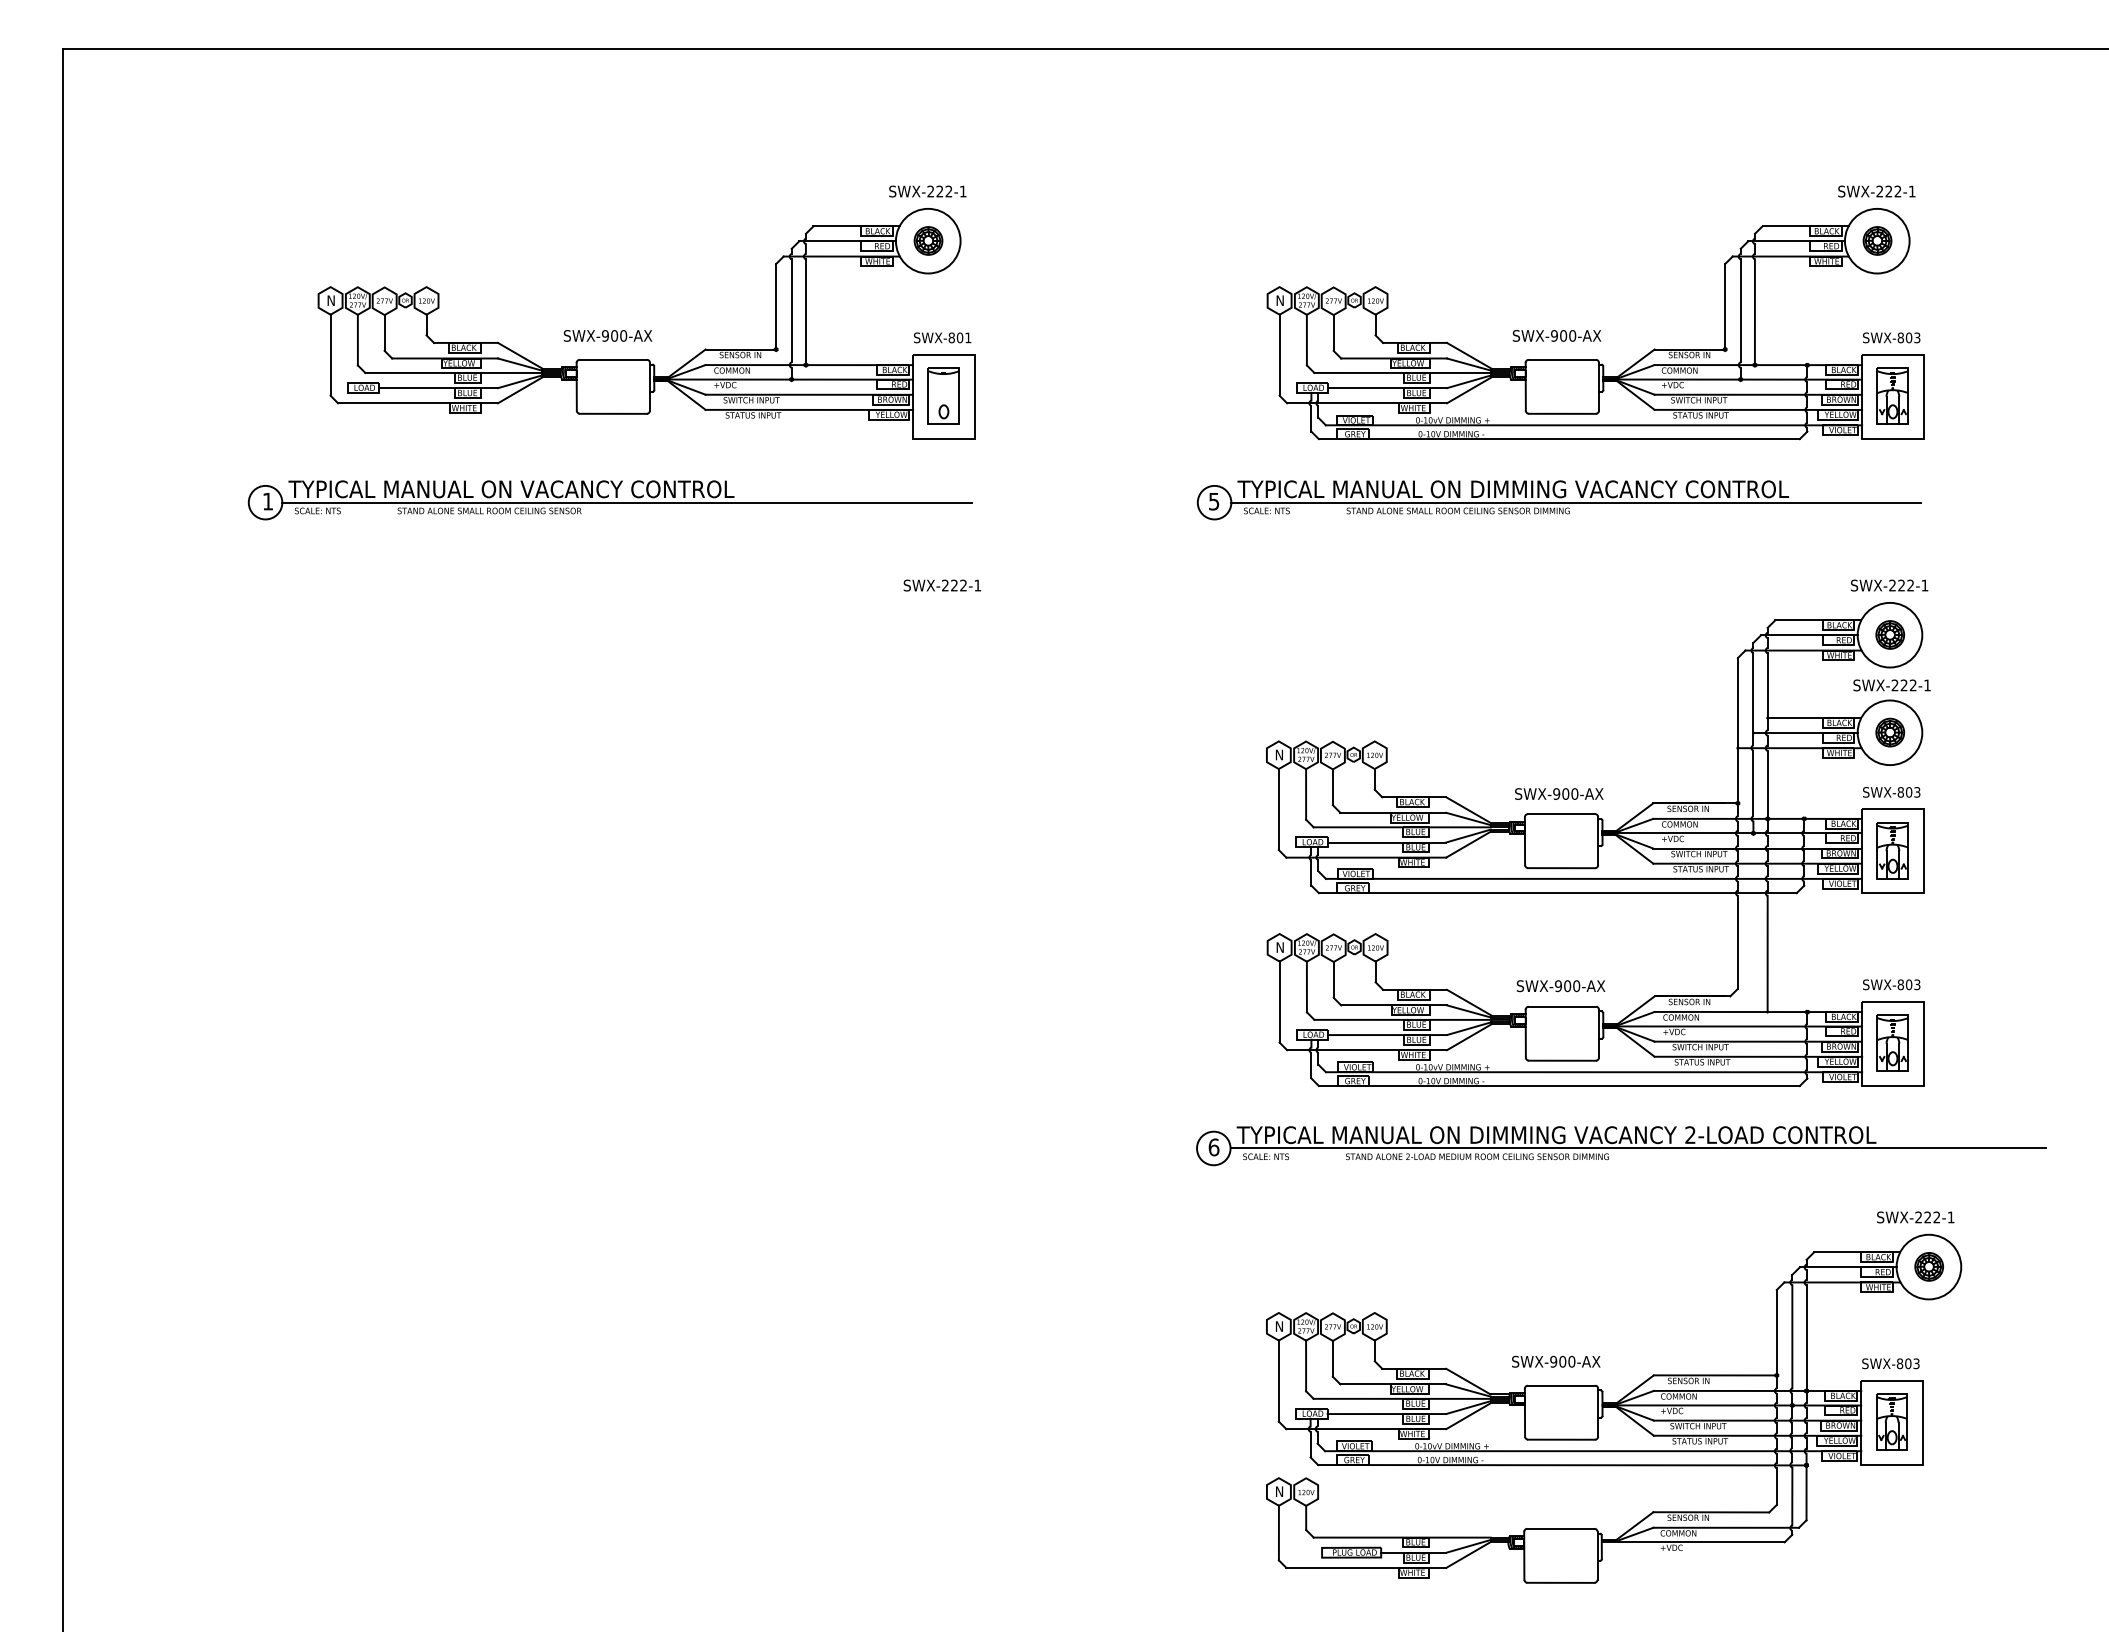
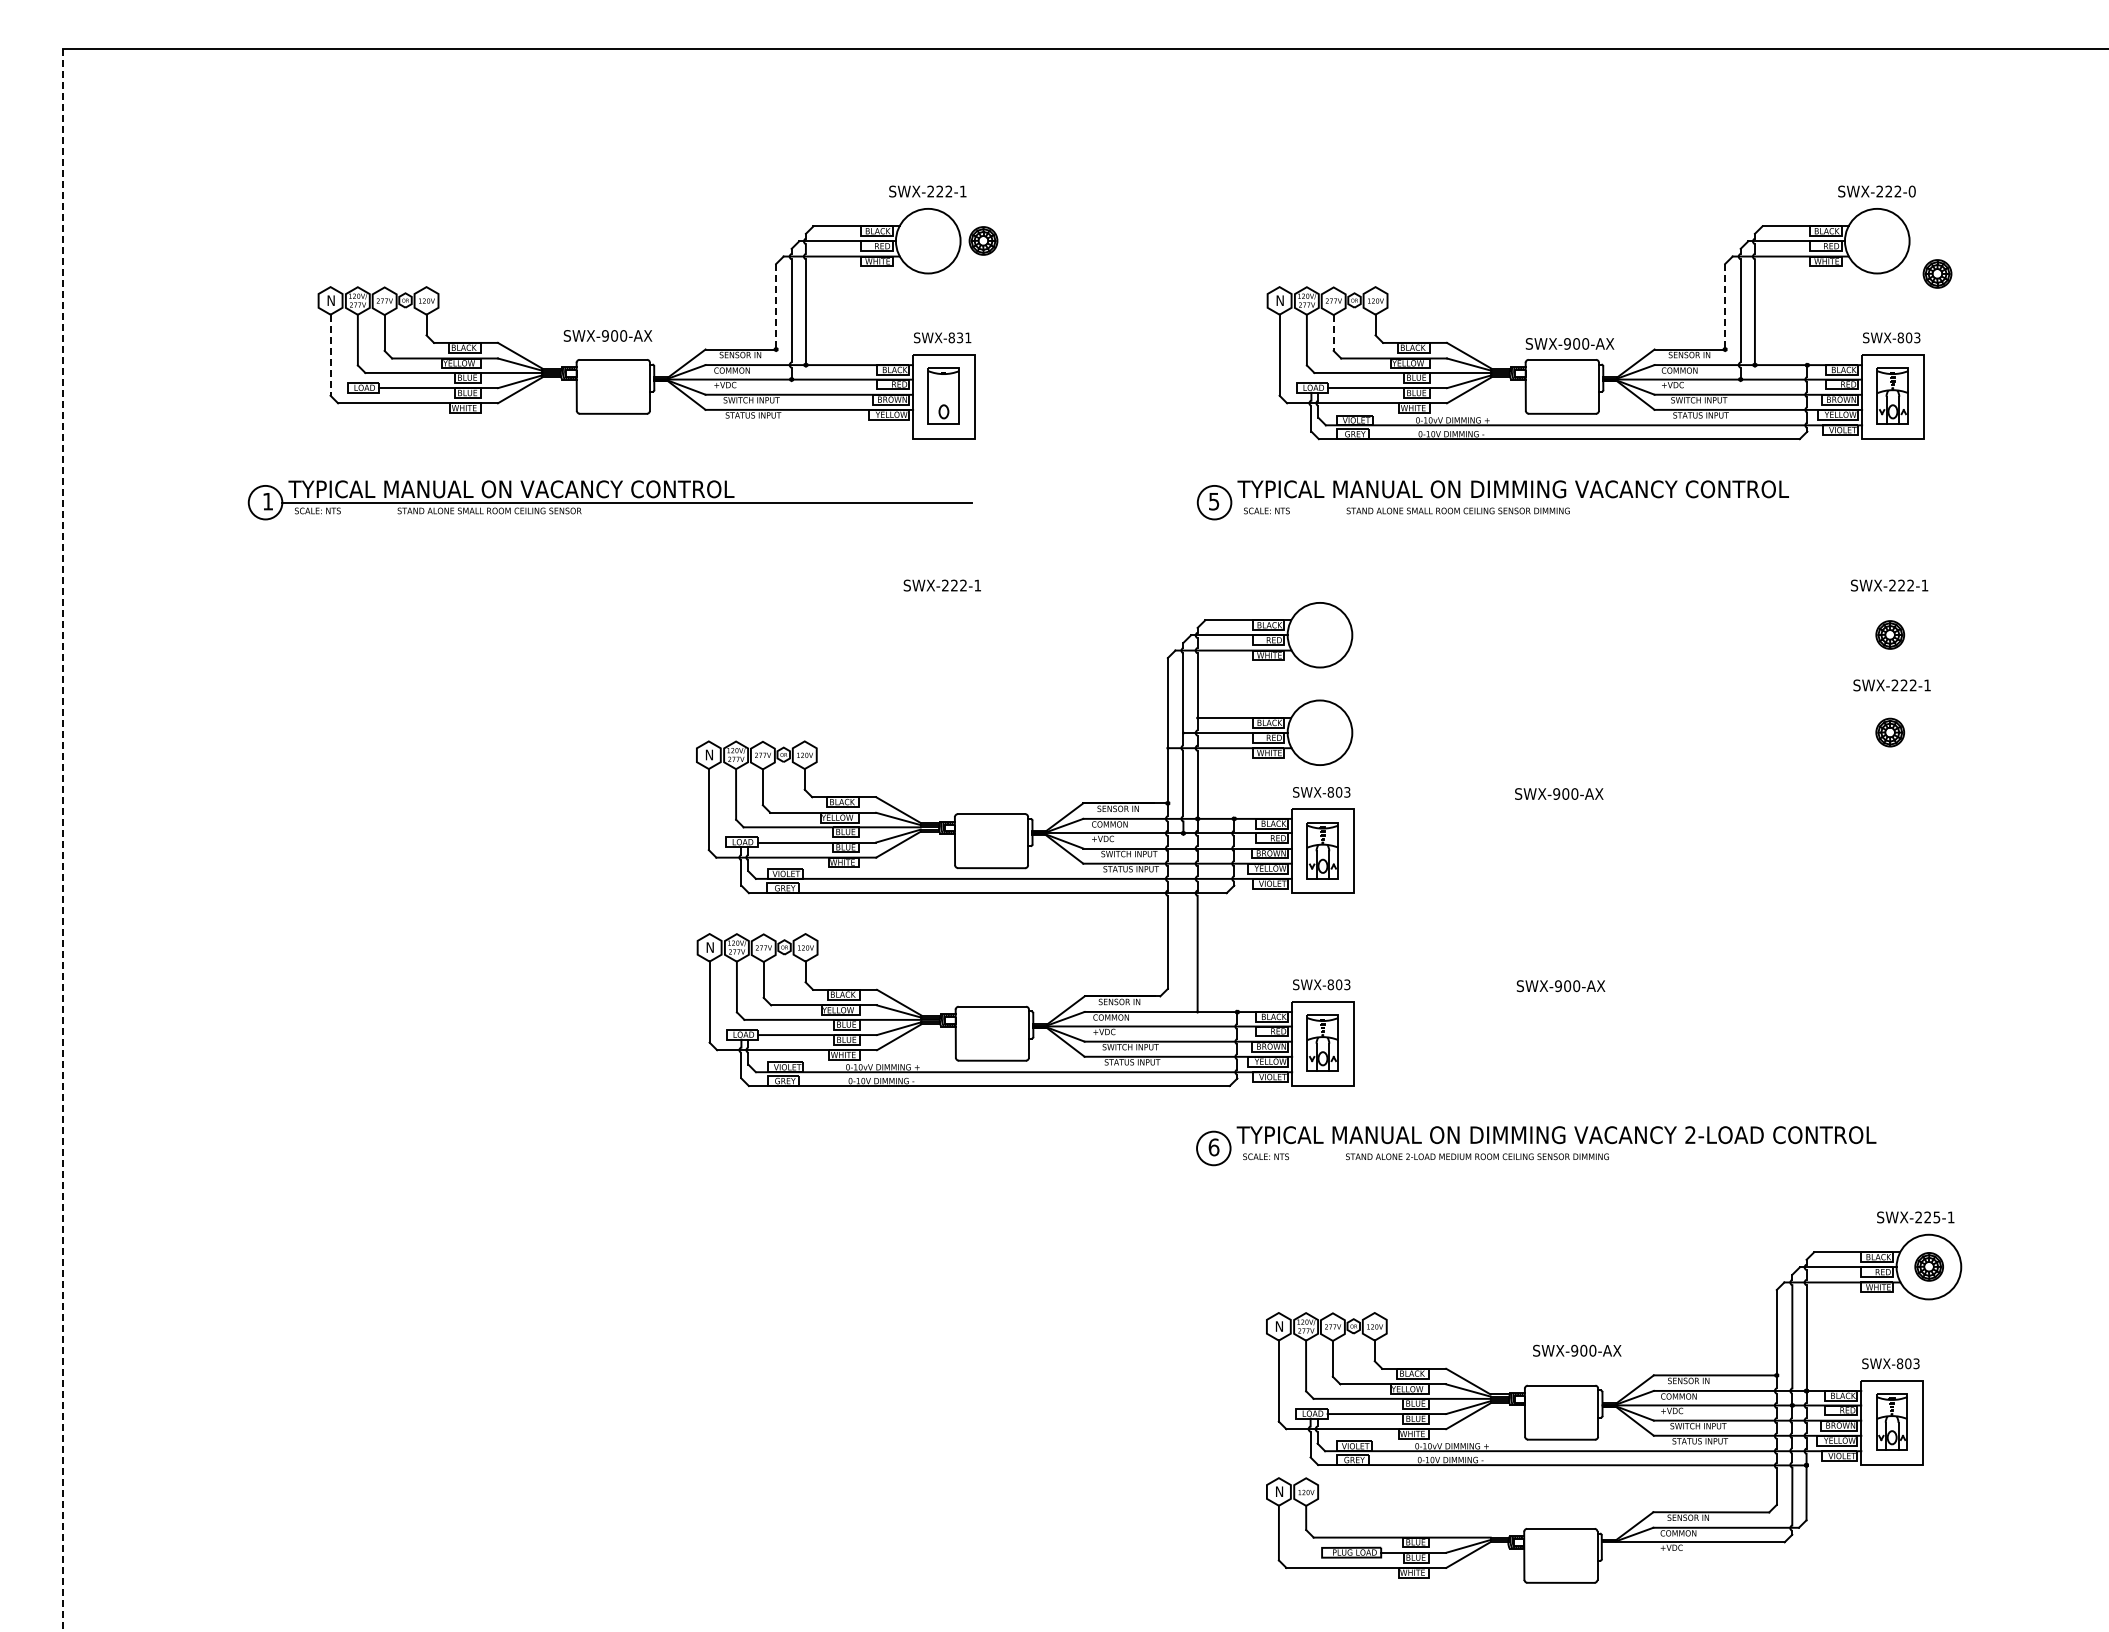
text at (1911, 191): SWX-222-1 -> SWX-222-0
part at (928, 240) position: (928, 240) -> (983, 240)
part at (1877, 240) position: (1877, 240) -> (1937, 273)
line at (776, 306): solid -> dashed
line at (1725, 306): solid -> dashed
line at (1333, 333): solid -> dashed
text at (1556, 335) position: (1556, 335) -> (1569, 343)
text at (959, 337): SWX-801 -> SWX-831
line at (330, 355): solid -> dashed
line at (1575, 502): present -> none
line at (63, 840): solid -> dashed
part at (1595, 844) position: (1595, 844) -> (1025, 844)
line at (1637, 1148): present -> none
text at (1936, 1217): SWX-222-1 -> SWX-225-1
text at (1556, 1361) position: (1556, 1361) -> (1577, 1350)
